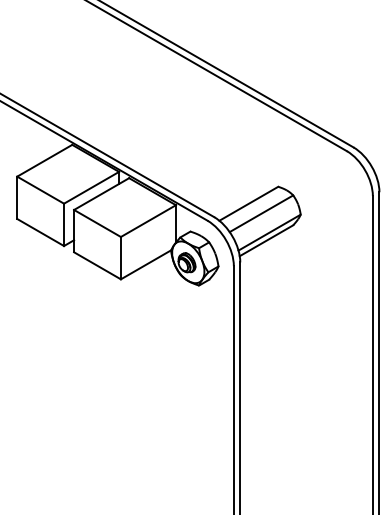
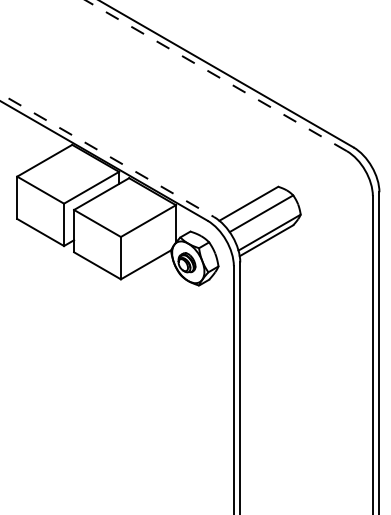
line at (216, 75): solid -> dashed
line at (107, 155): solid -> dashed
